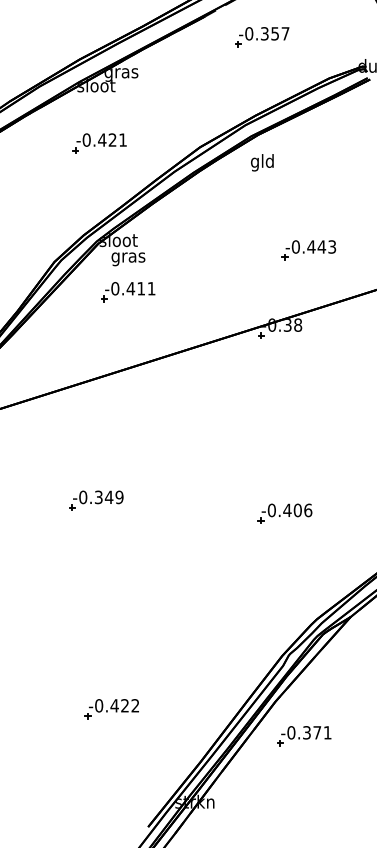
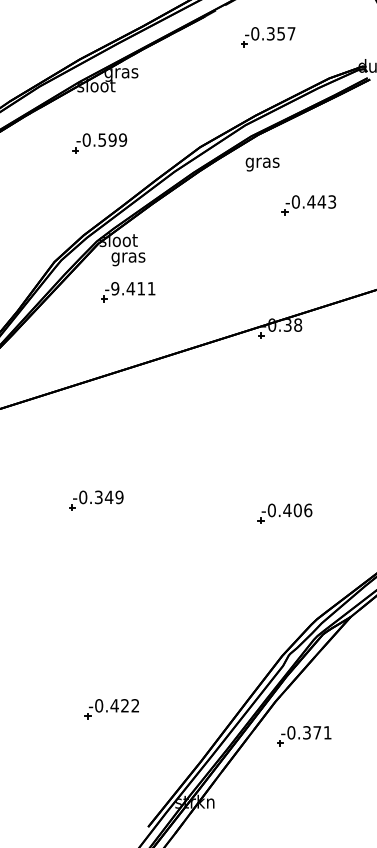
part at (262, 37) position: (262, 37) -> (268, 37)
text at (112, 139): -0.421 -> -0.599
text at (262, 162): gld -> gras
part at (308, 250) position: (308, 250) -> (308, 205)
text at (115, 288): -0.411 -> -9.411
